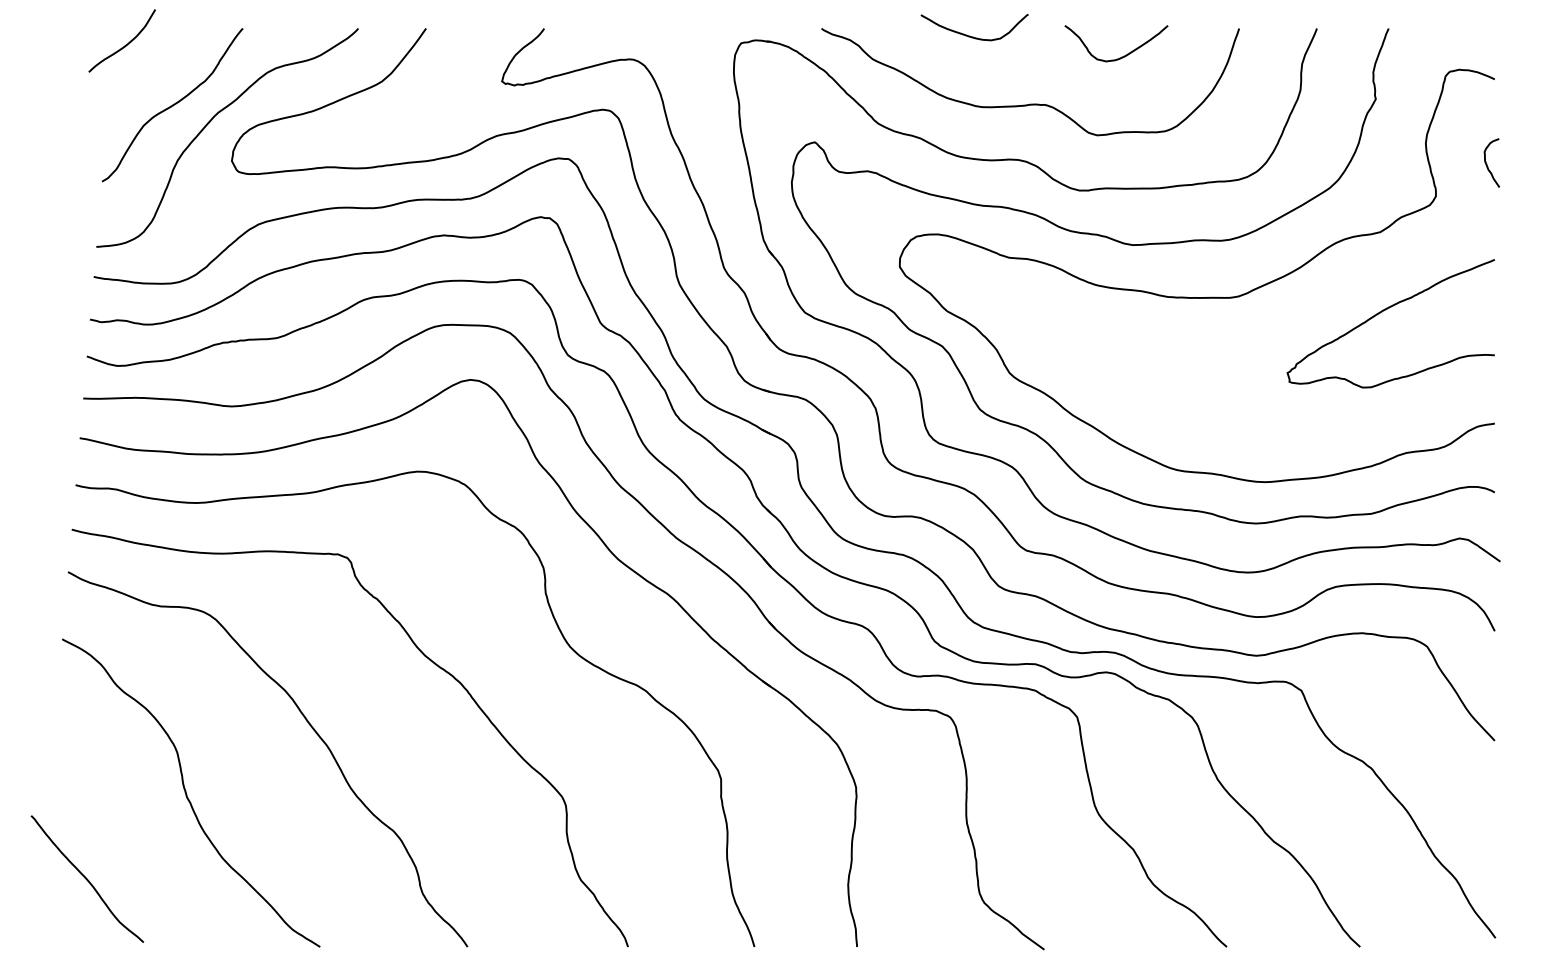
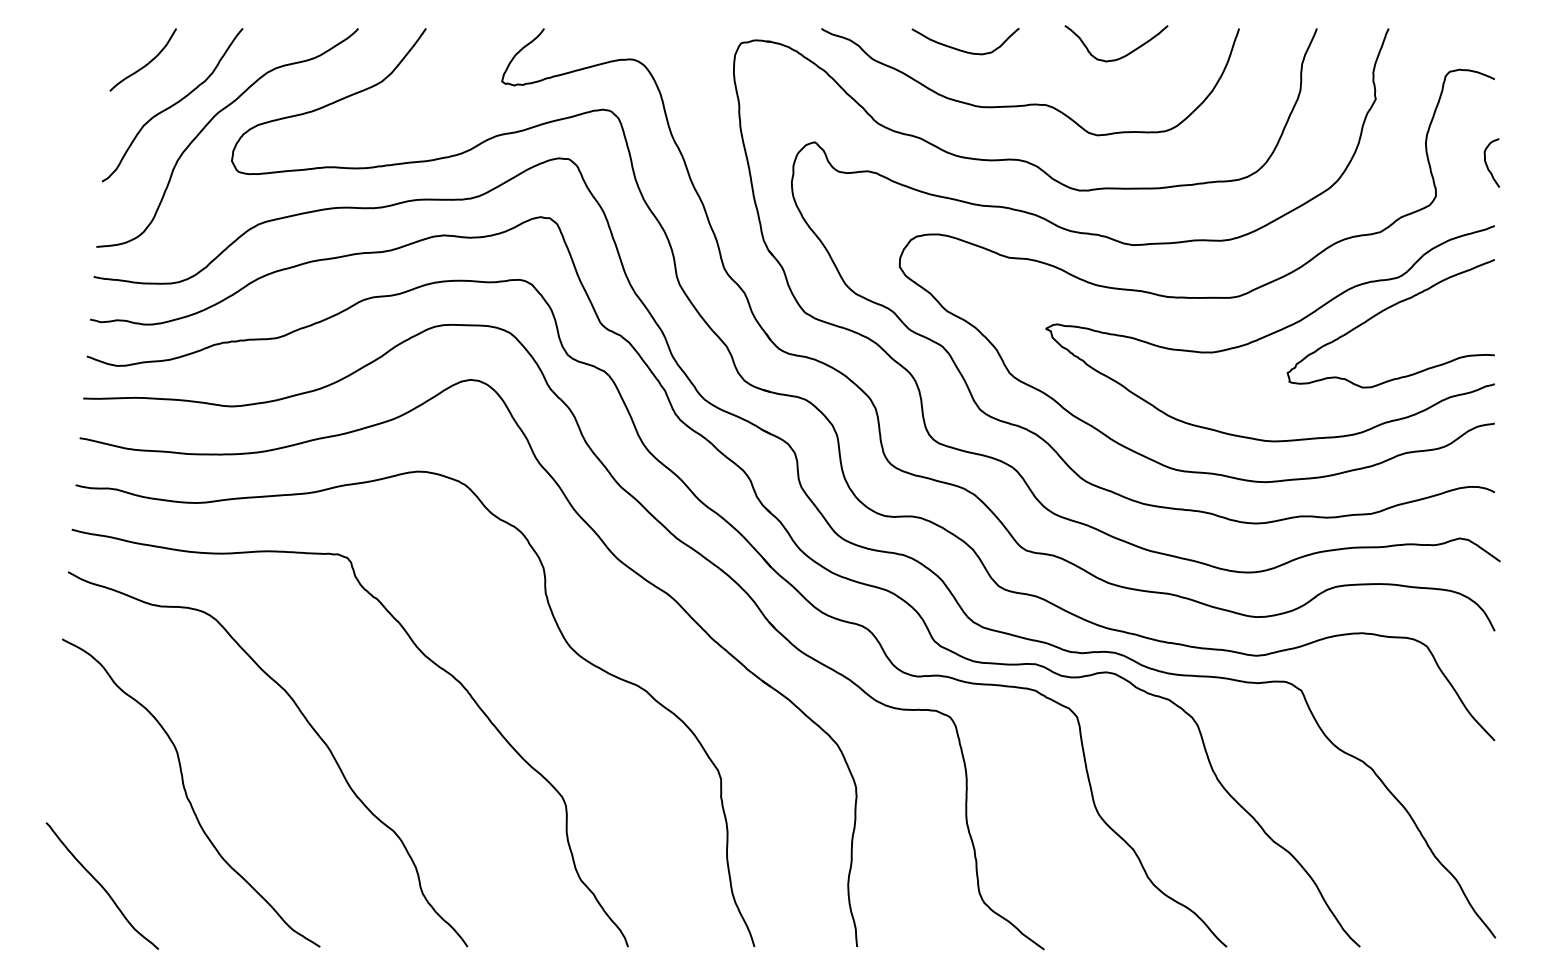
curve at (970, 35) position: (970, 35) -> (961, 49)
curve at (125, 44) position: (125, 44) -> (146, 63)
curve at (1269, 333): none -> present
curve at (87, 878) position: (87, 878) -> (102, 885)
